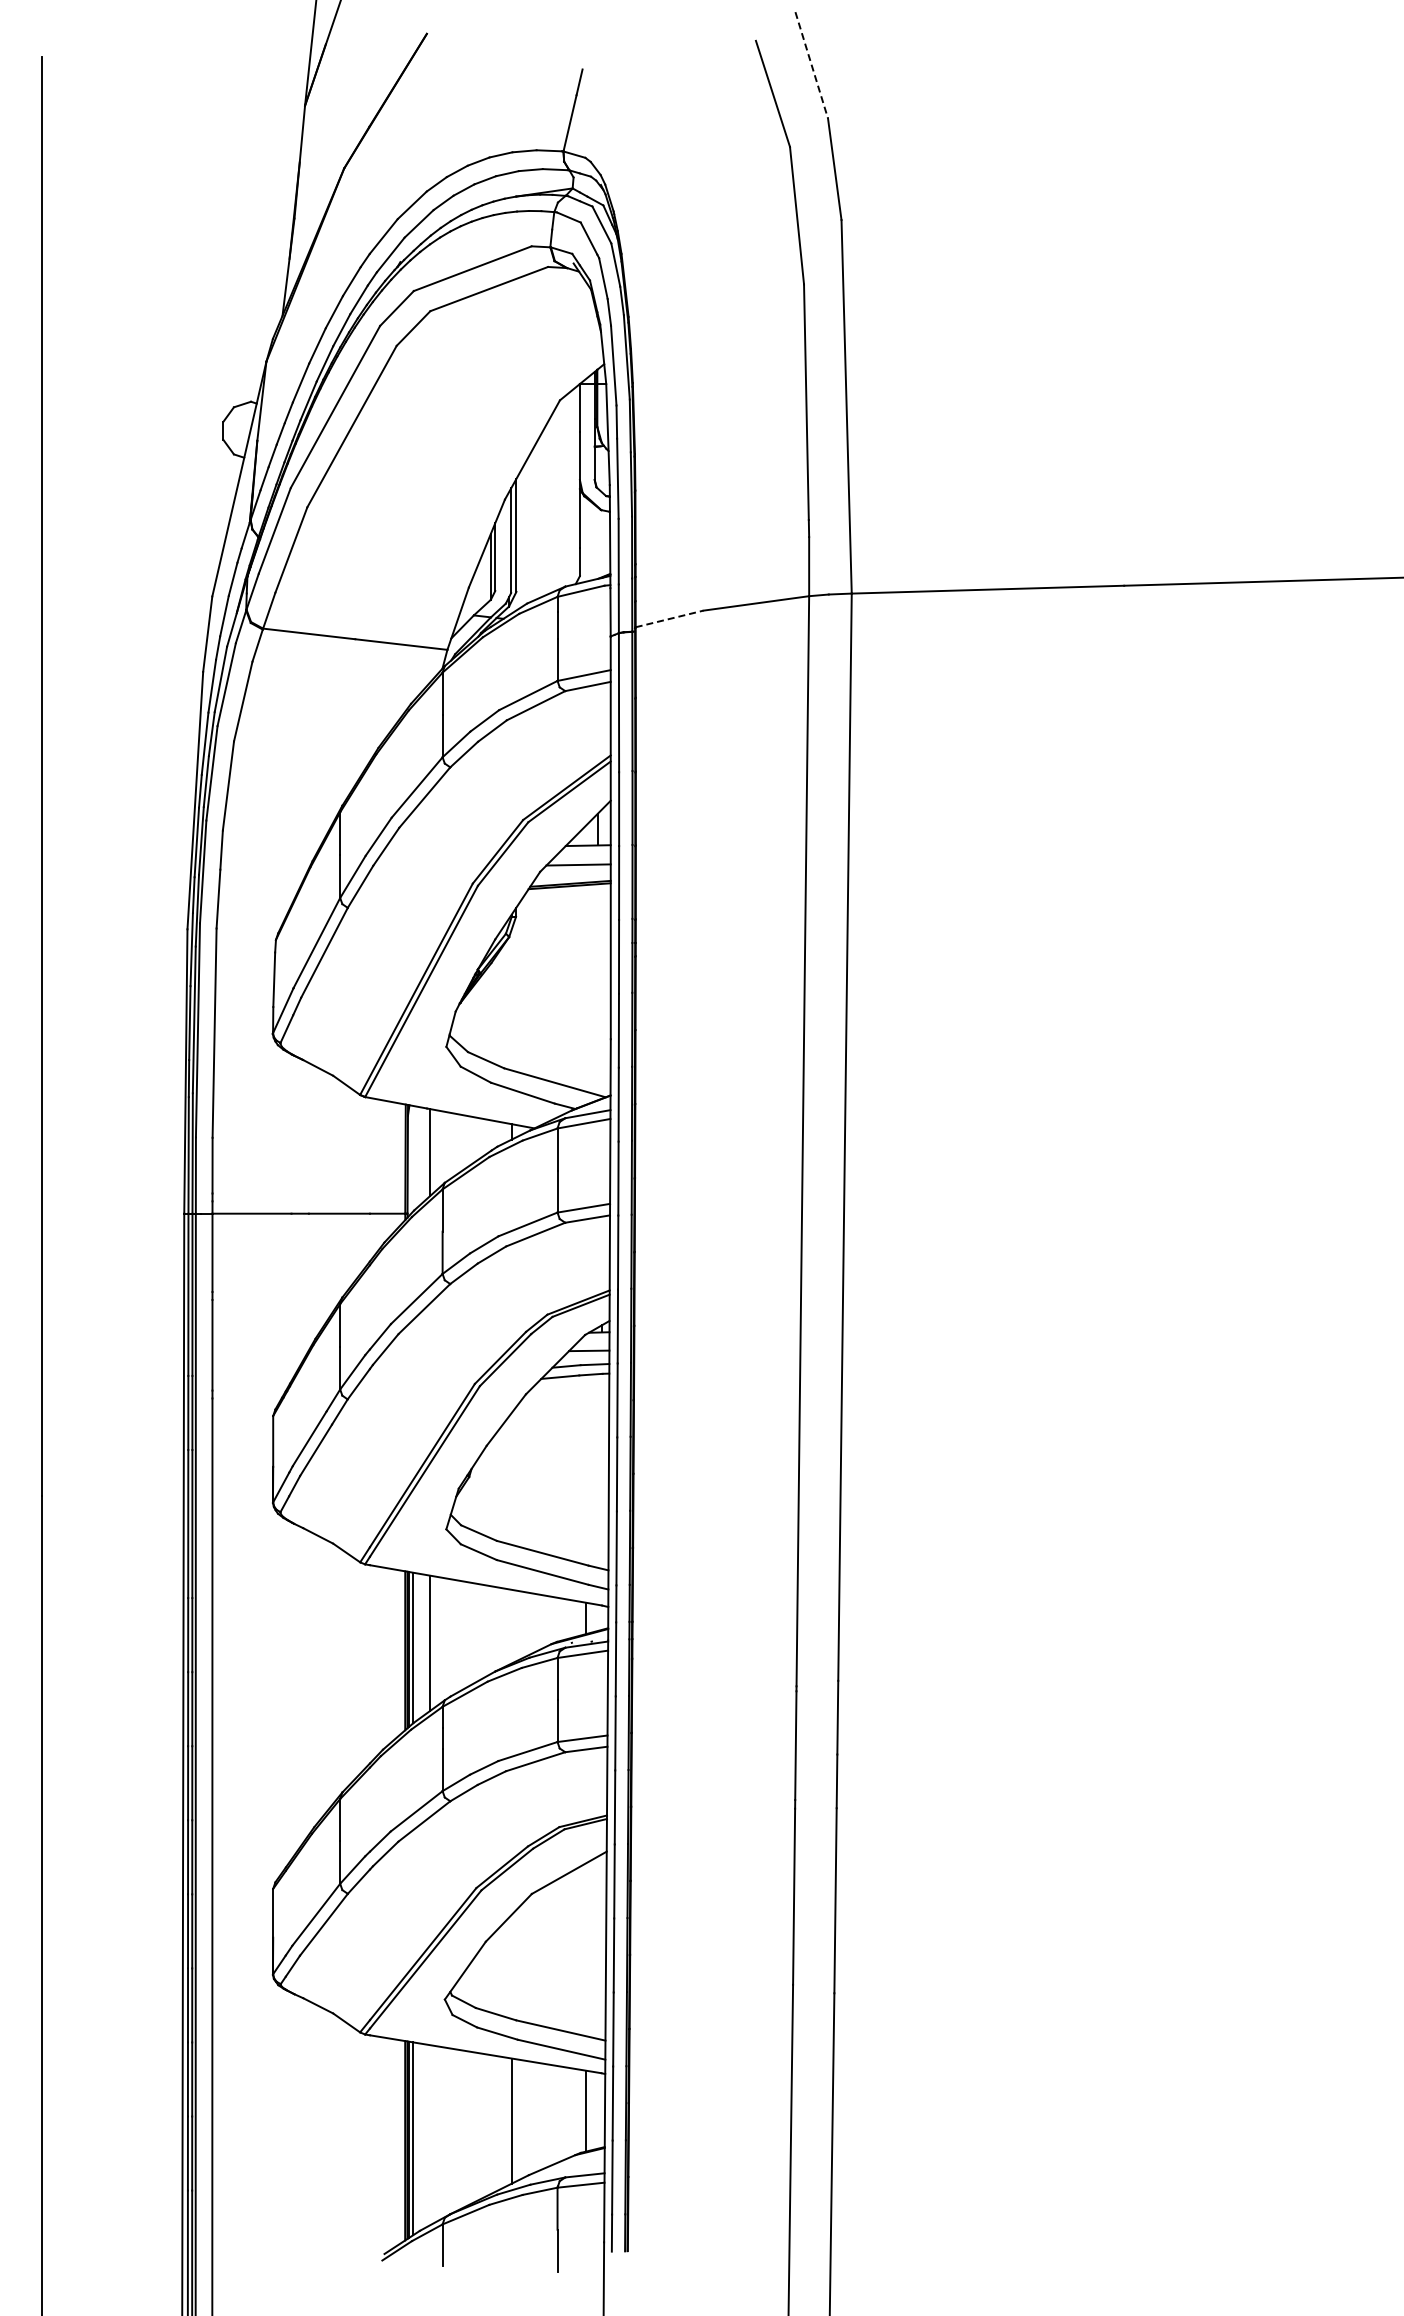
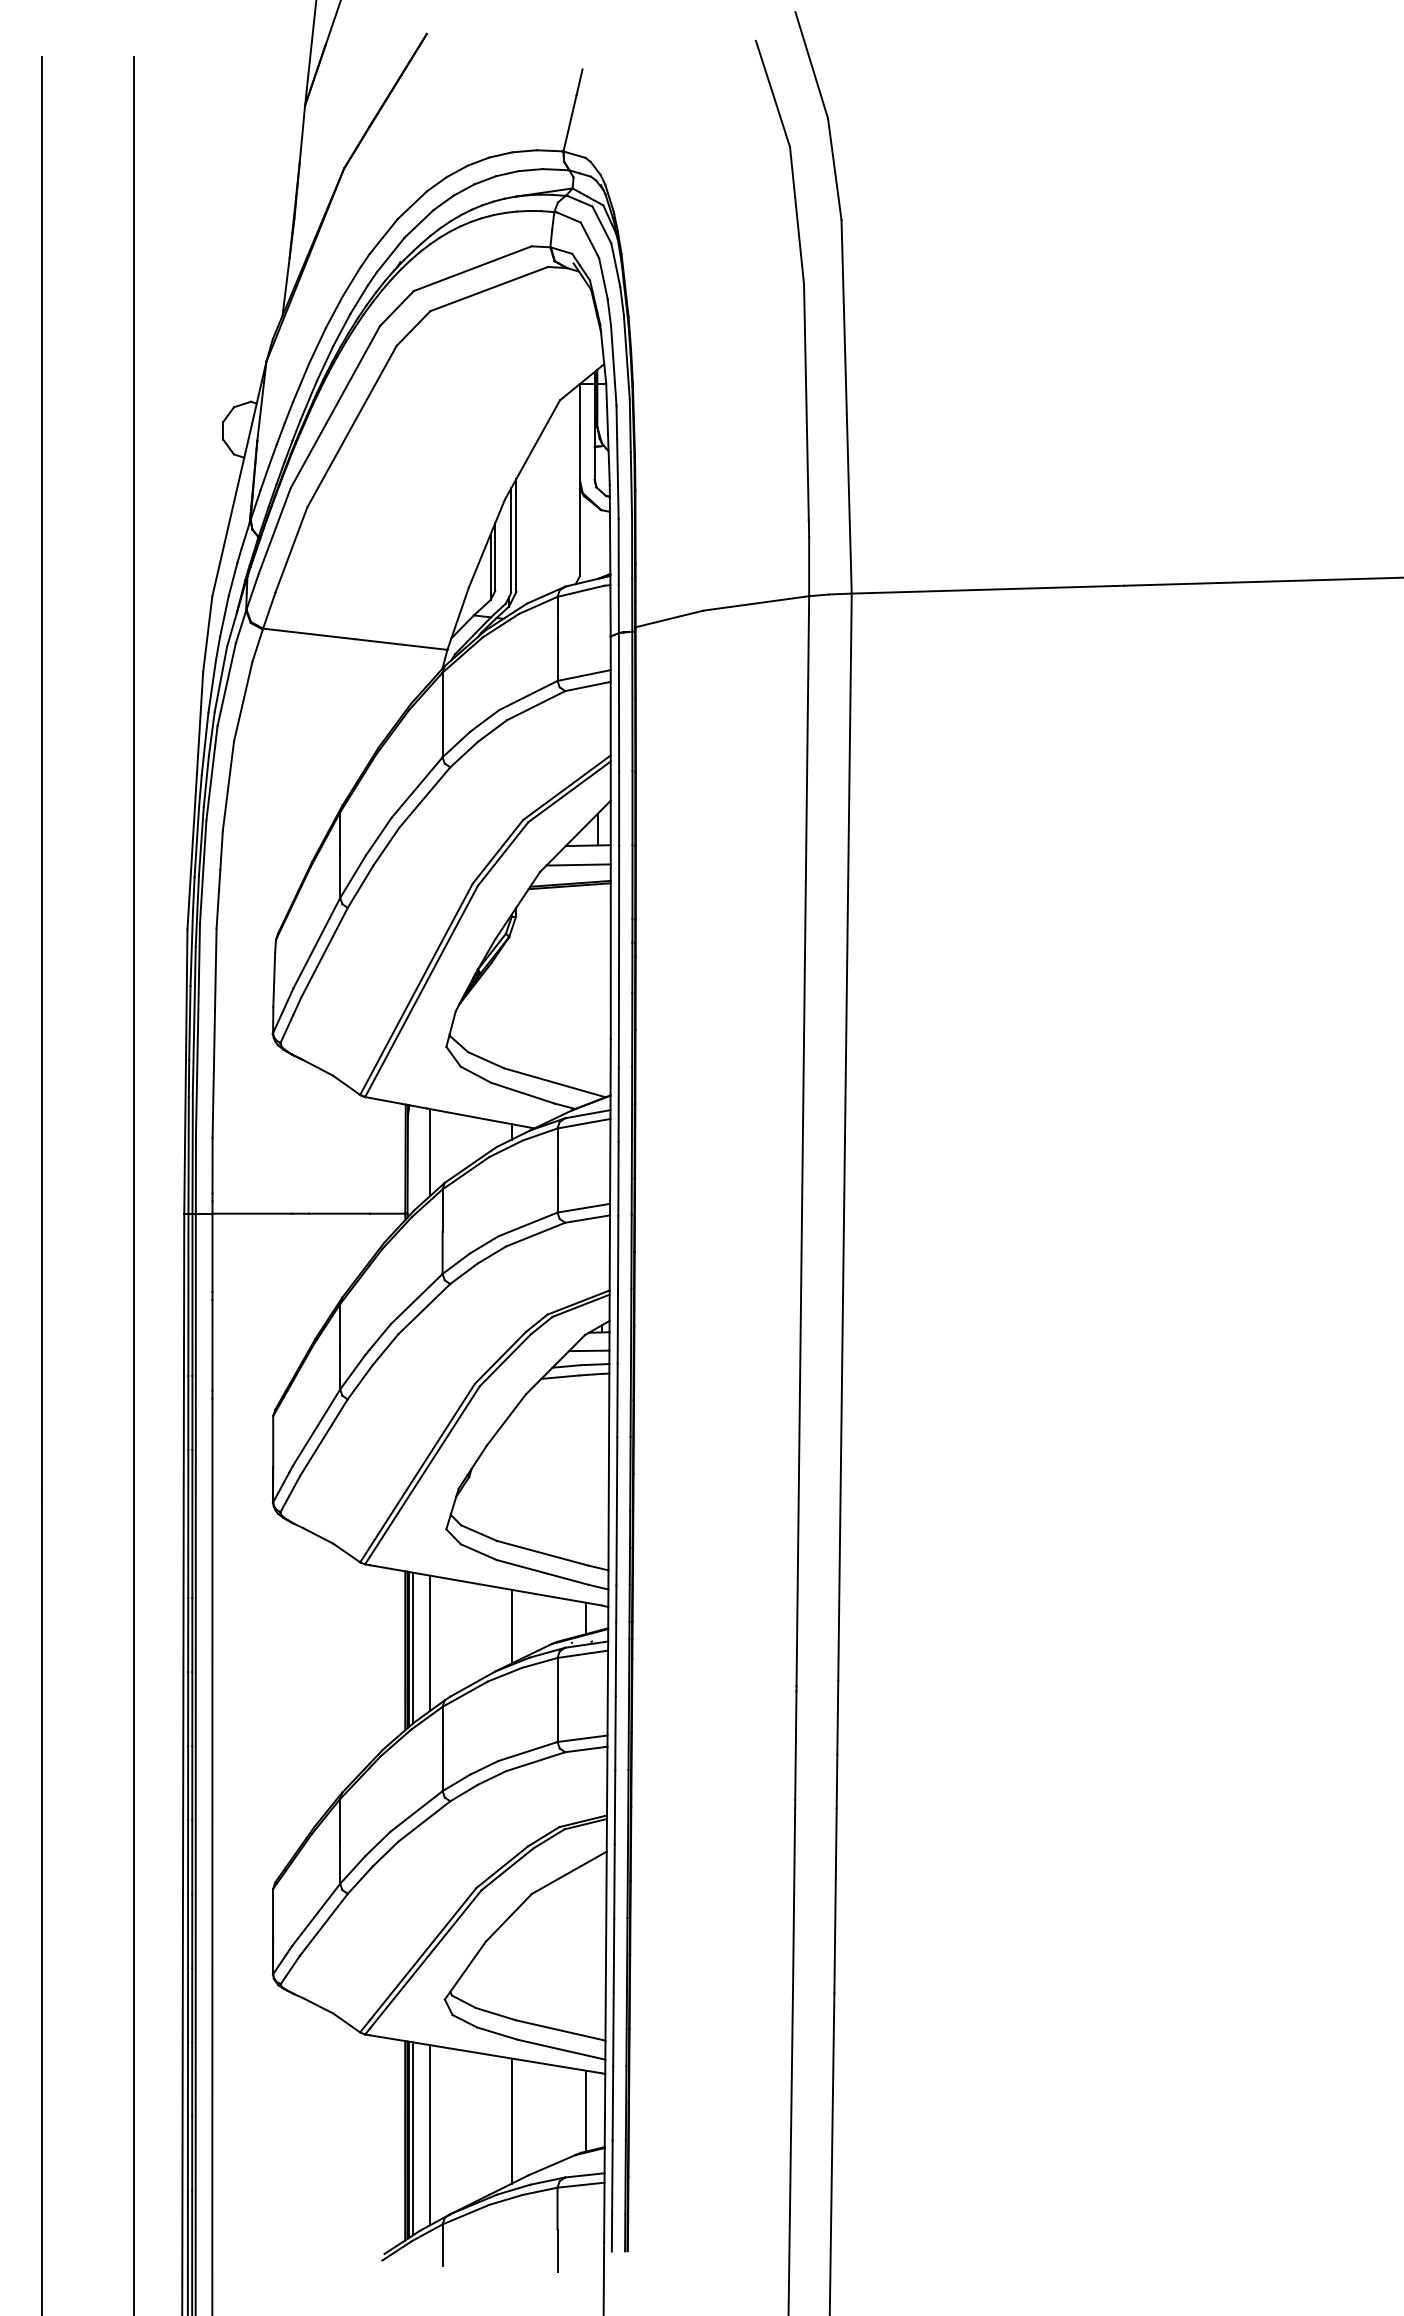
line at (811, 65): dashed -> solid
line at (669, 618): dashed -> solid
line at (134, 1184): none -> present
line at (511, 1626): none -> present
line at (429, 2135): none -> present
